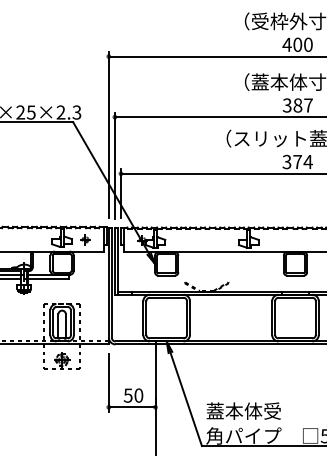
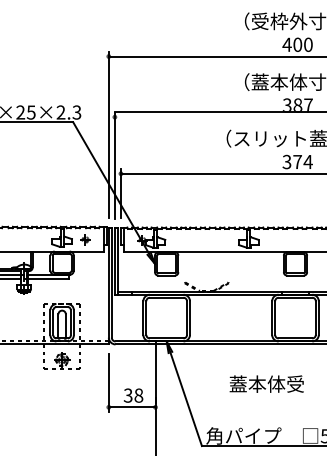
line at (218, 117) position: (218, 117) -> (218, 112)
text at (133, 395): 50 -> 38
text at (243, 410) position: (243, 410) -> (266, 383)
